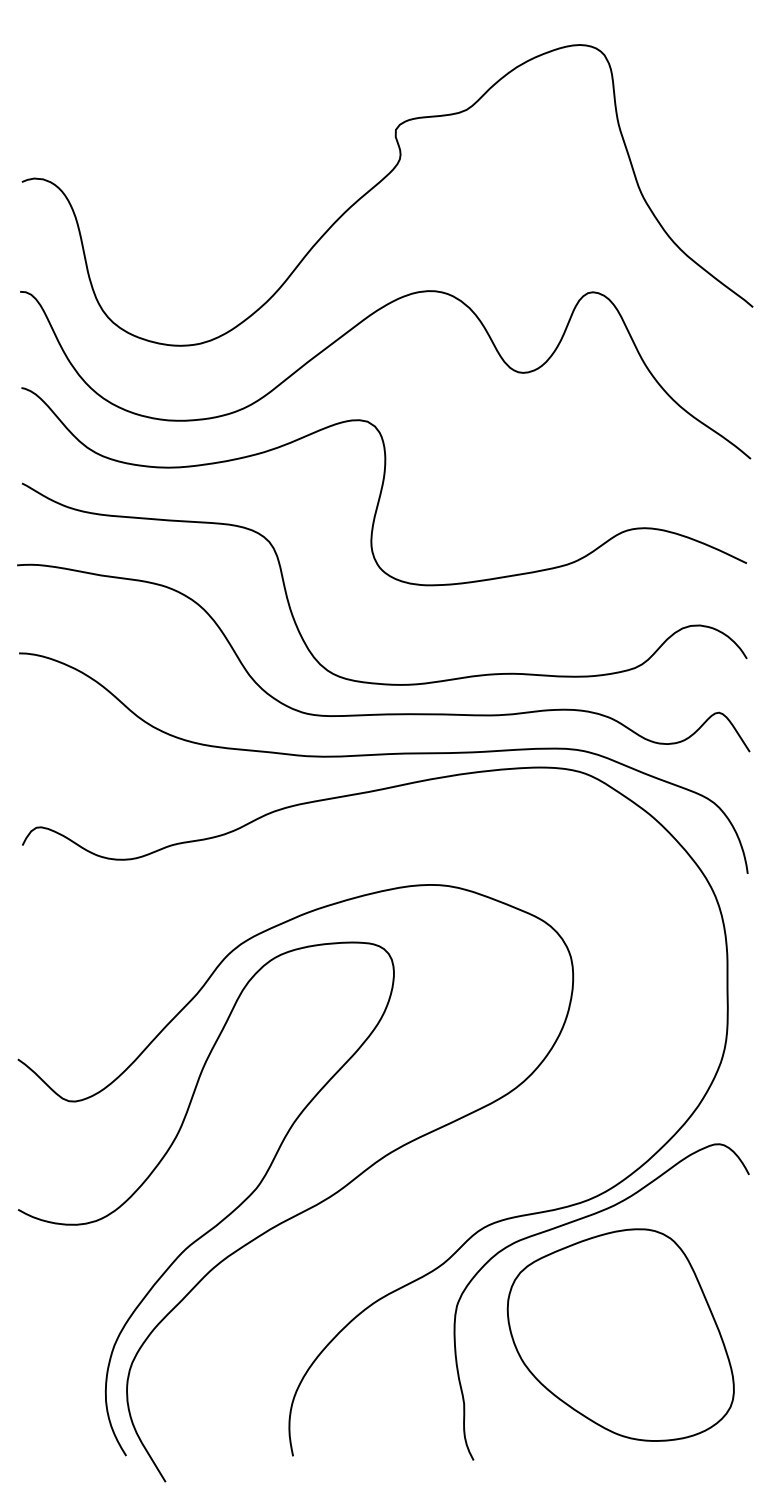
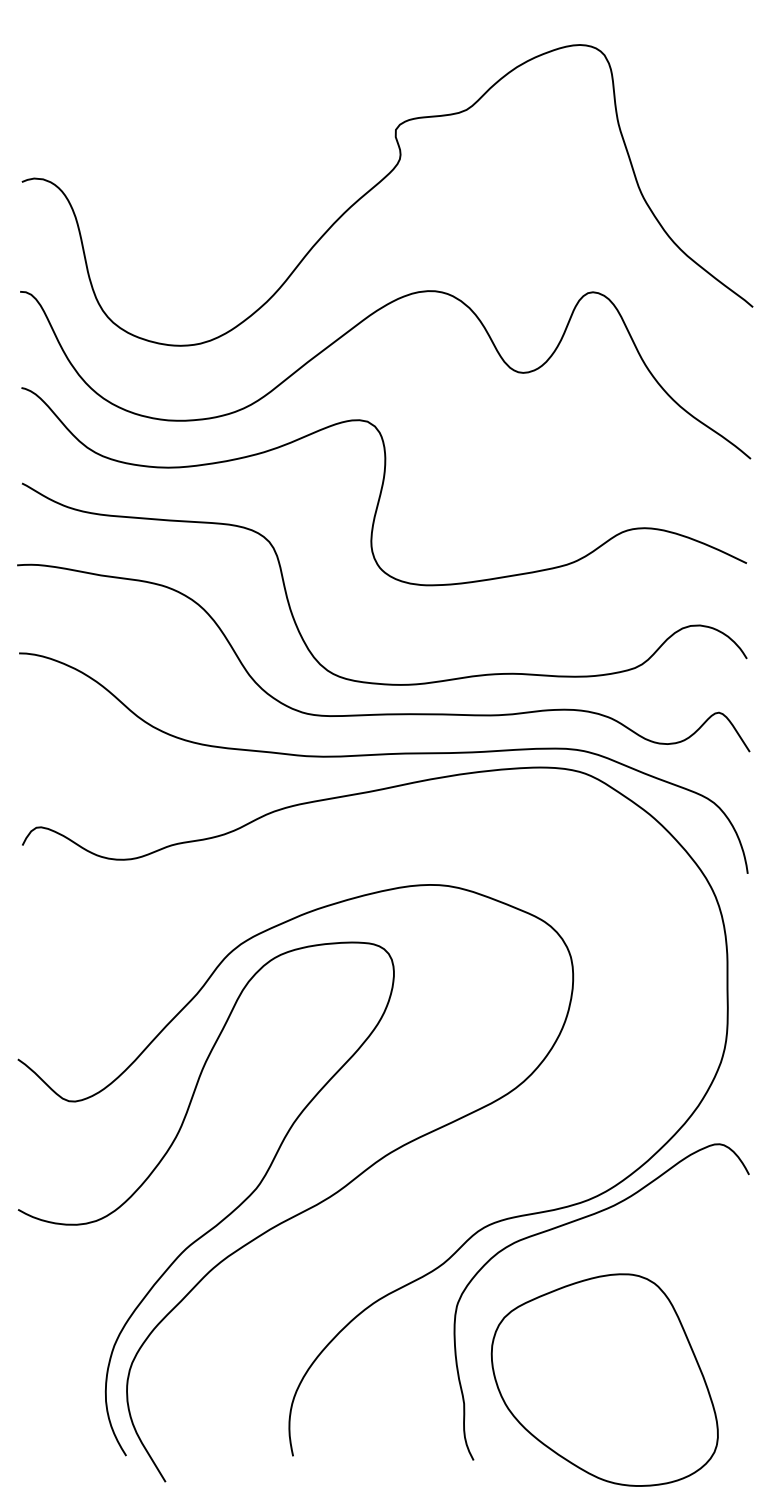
part at (620, 1334) position: (620, 1334) -> (604, 1379)
